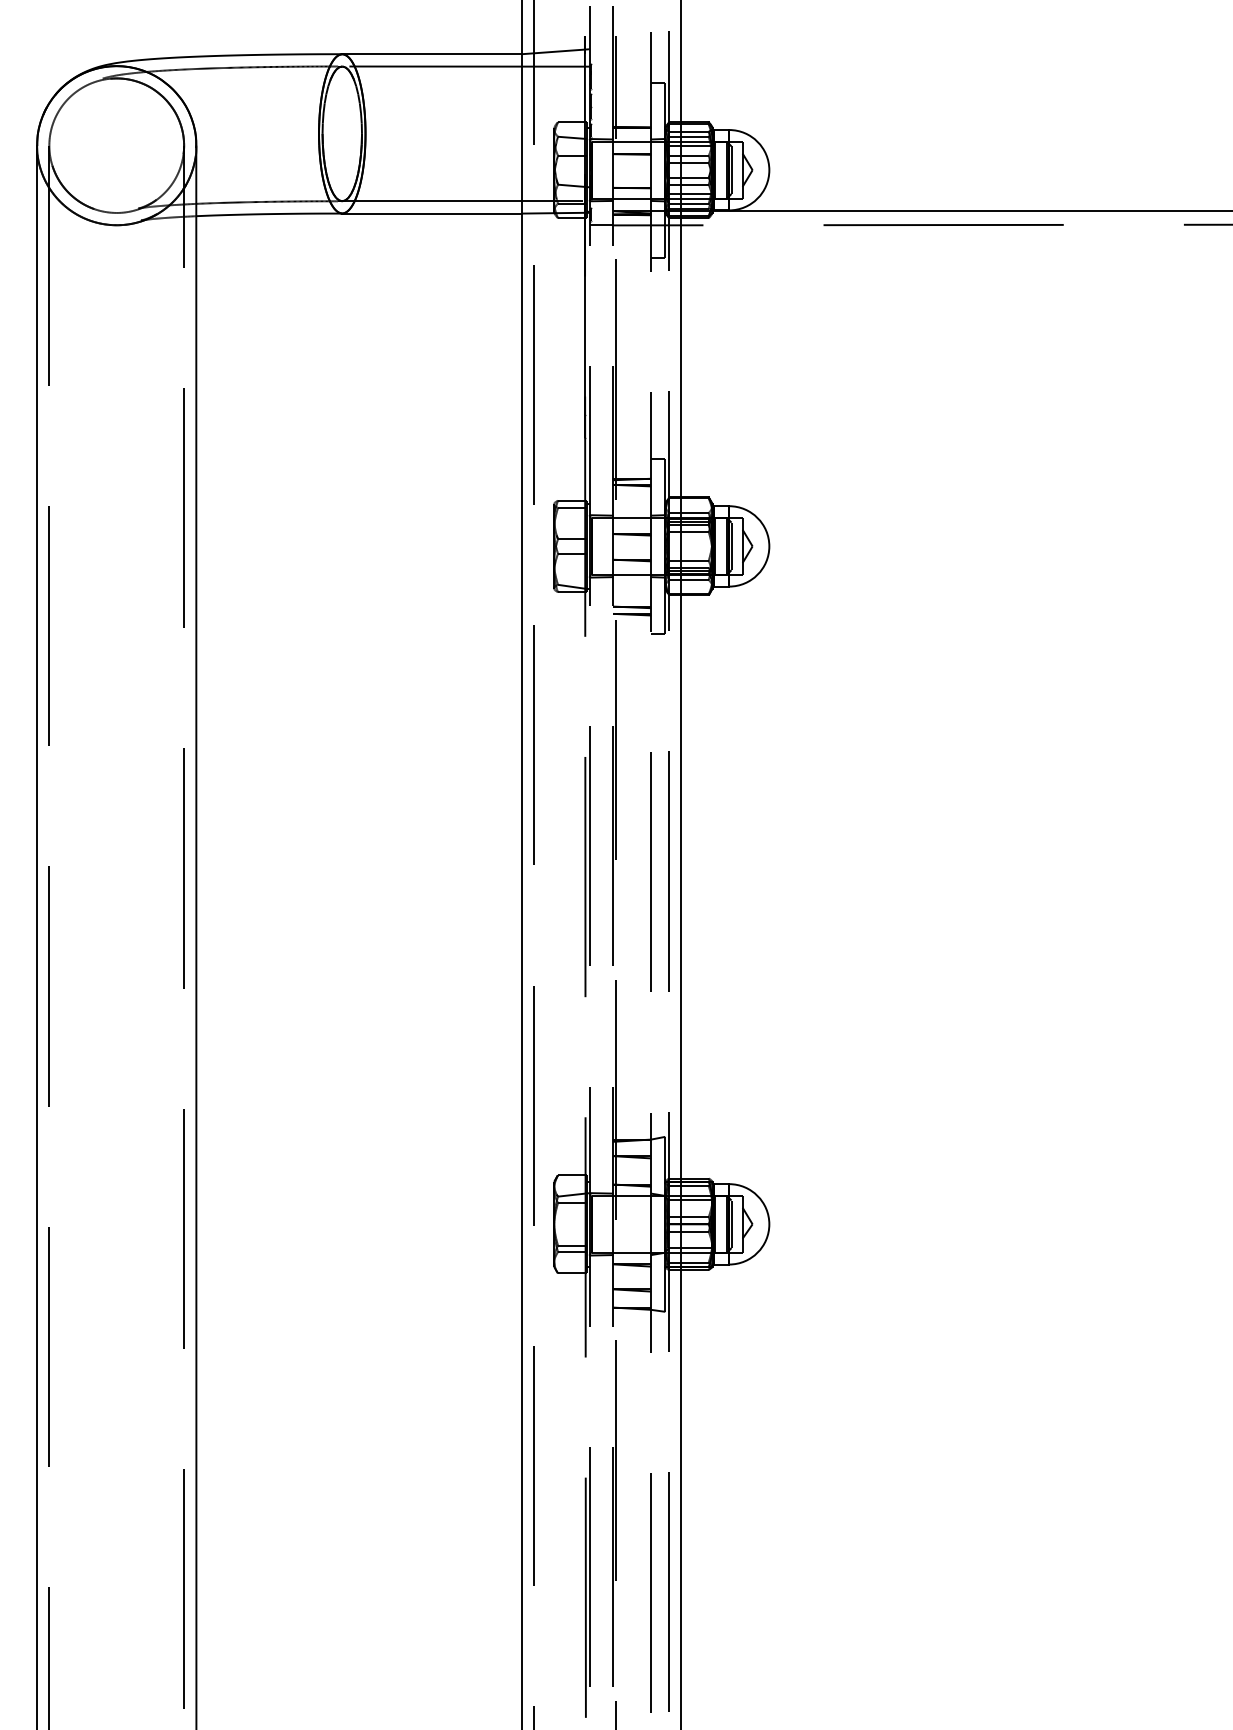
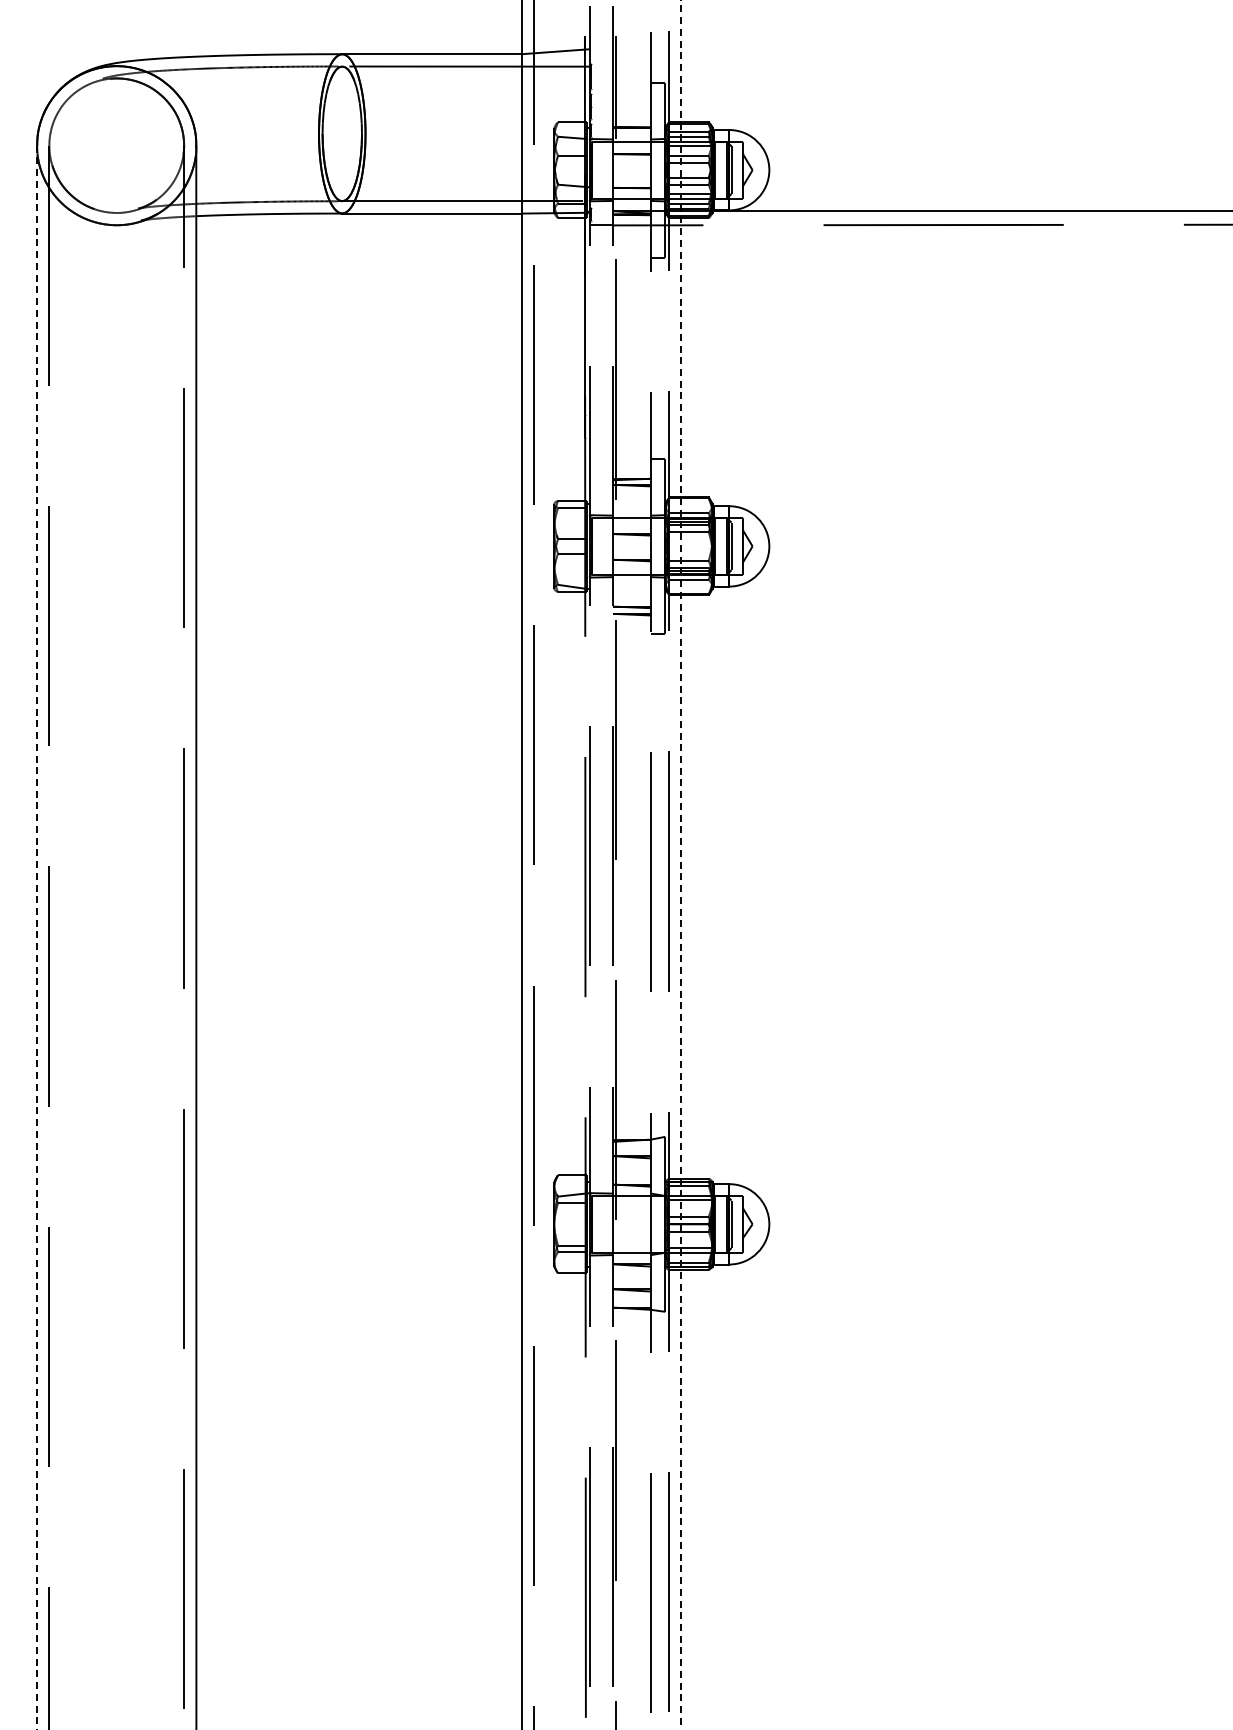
line at (681, 864): solid -> dashed
line at (37, 938): solid -> dashed
